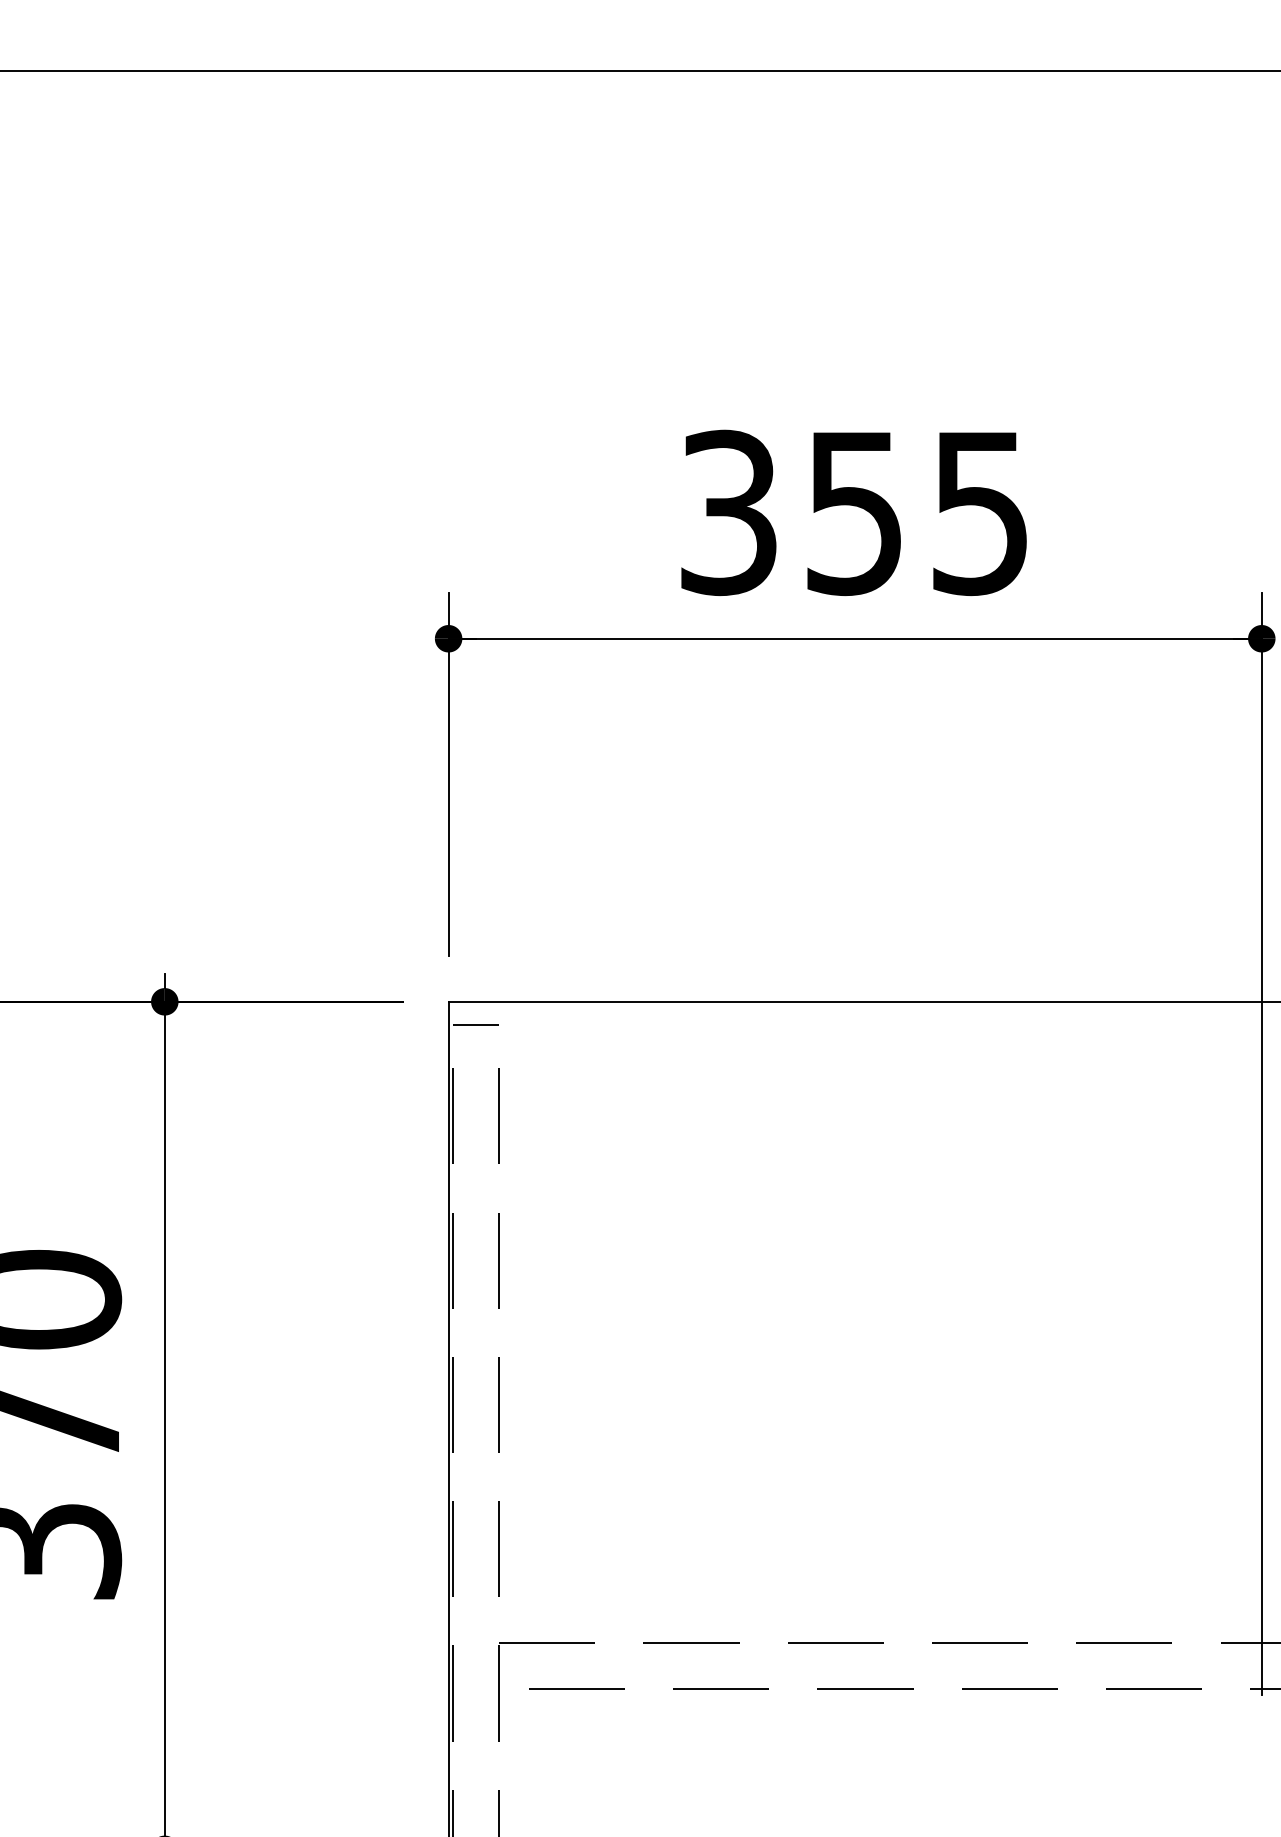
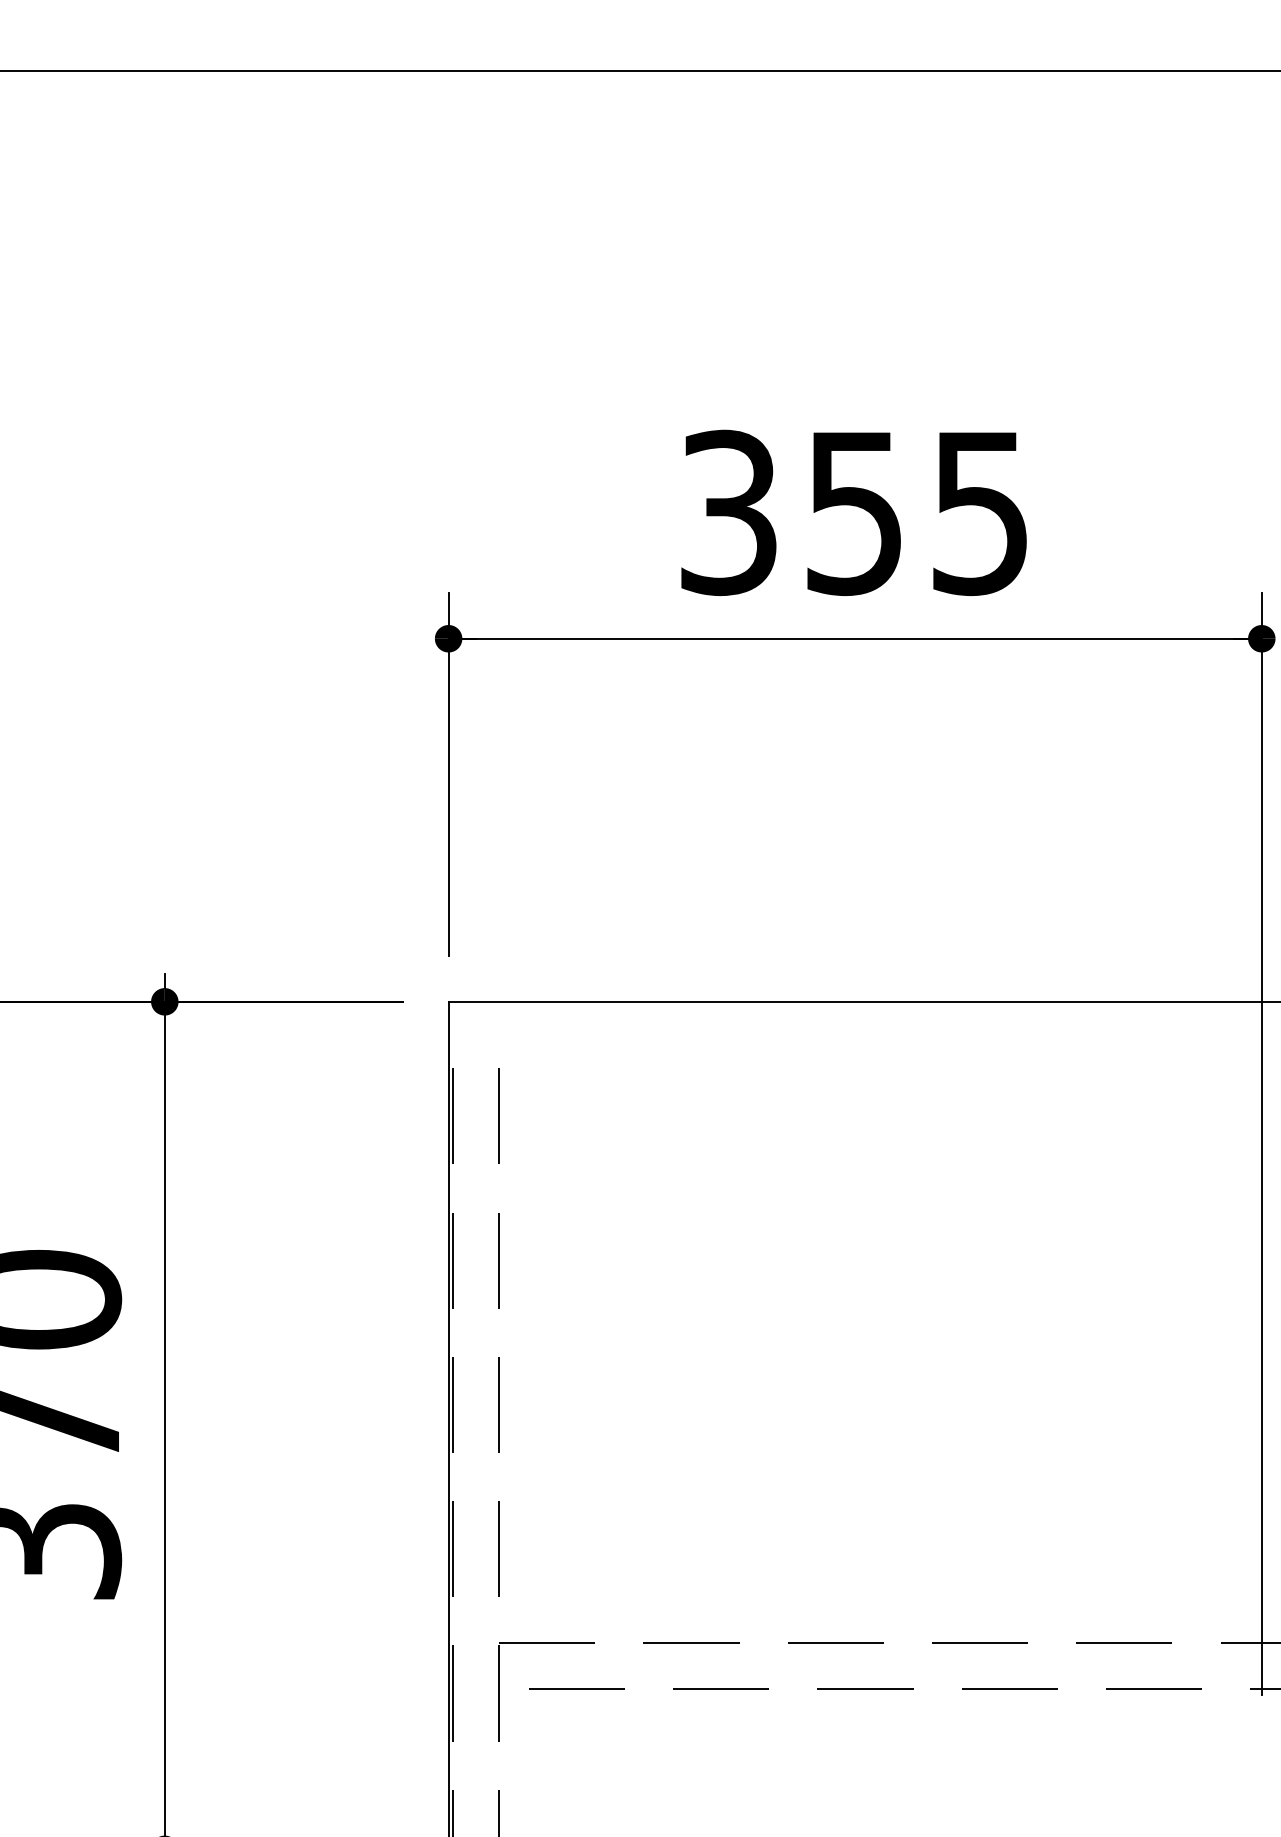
line at (476, 1024): present -> none
